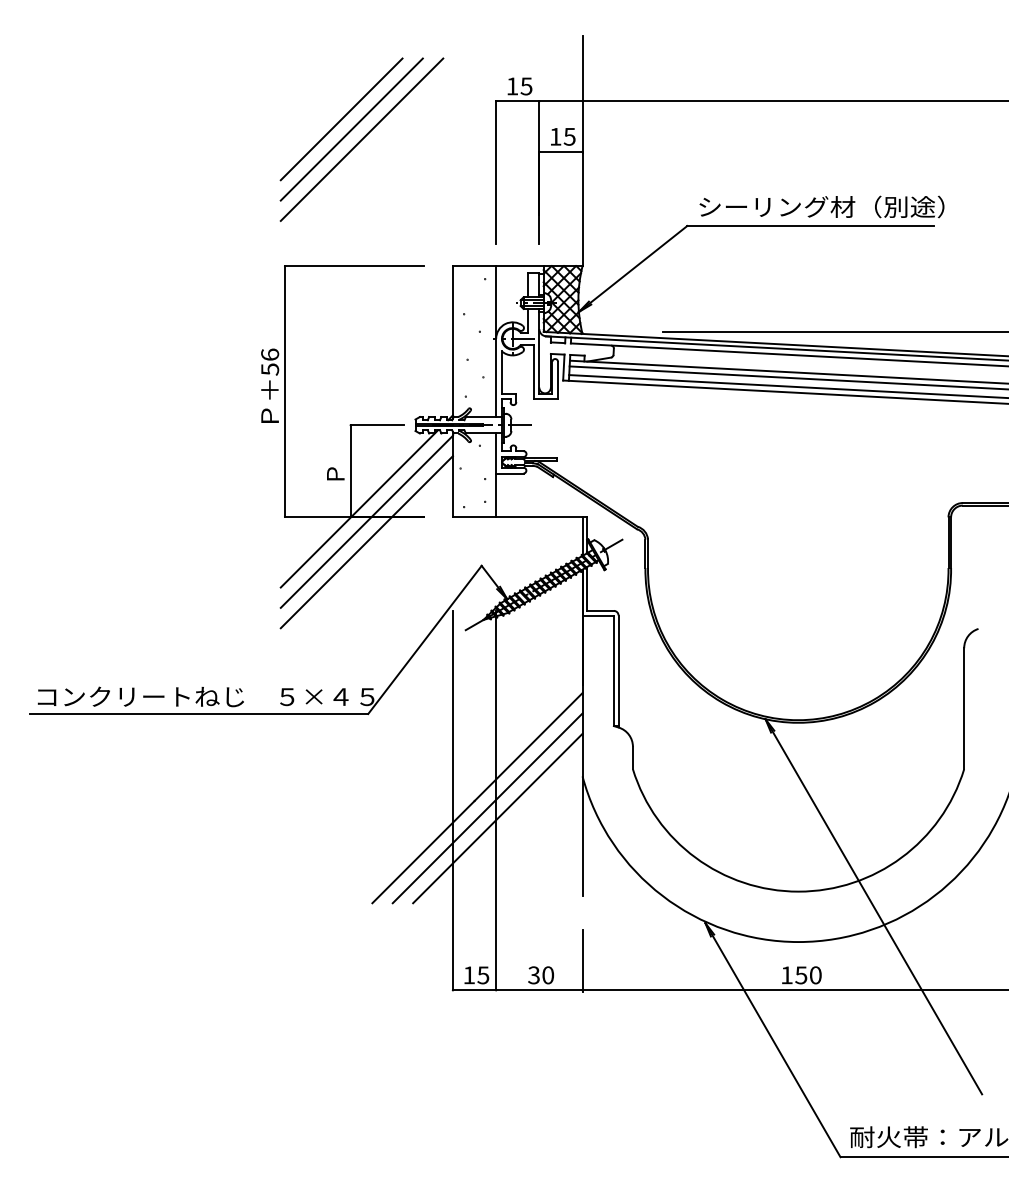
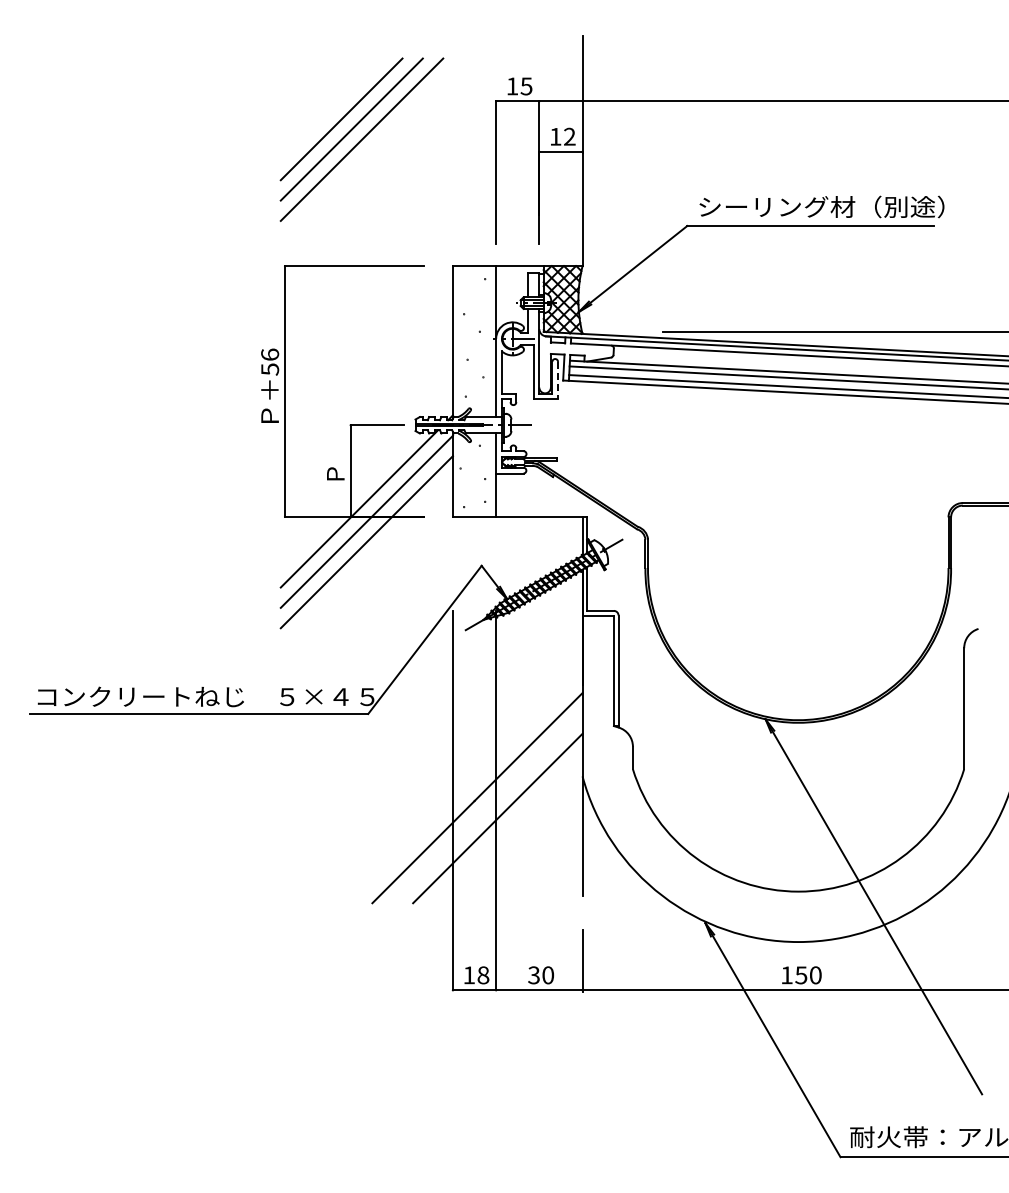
text at (569, 136): 15 -> 12
line at (558, 380): solid -> dashed
line at (487, 808): present -> none
text at (483, 975): 15 -> 18
